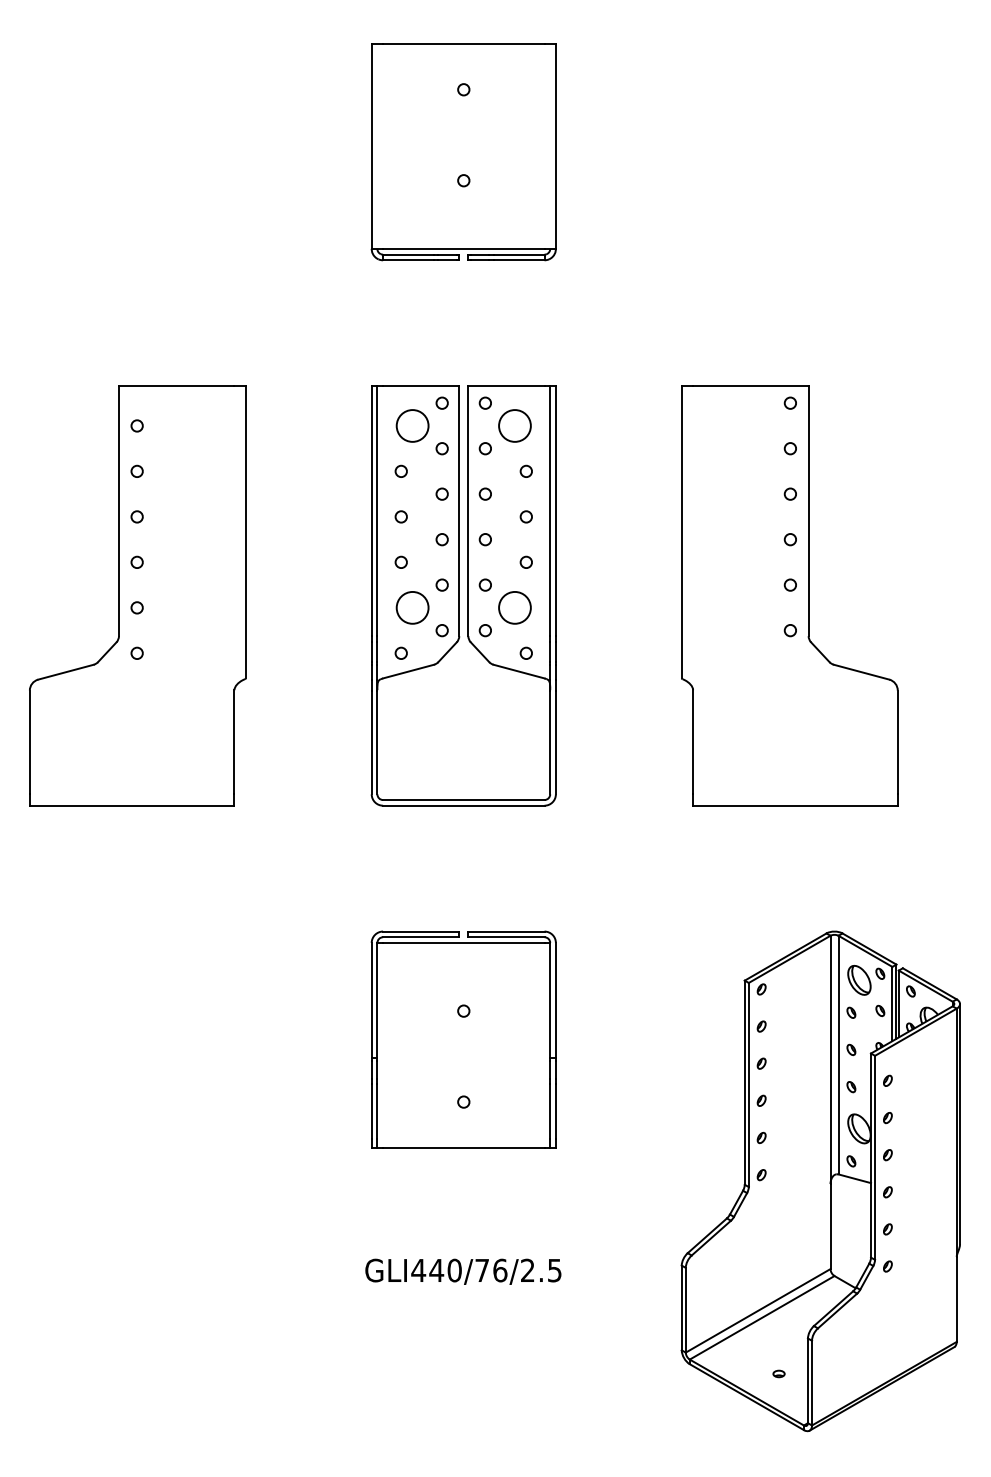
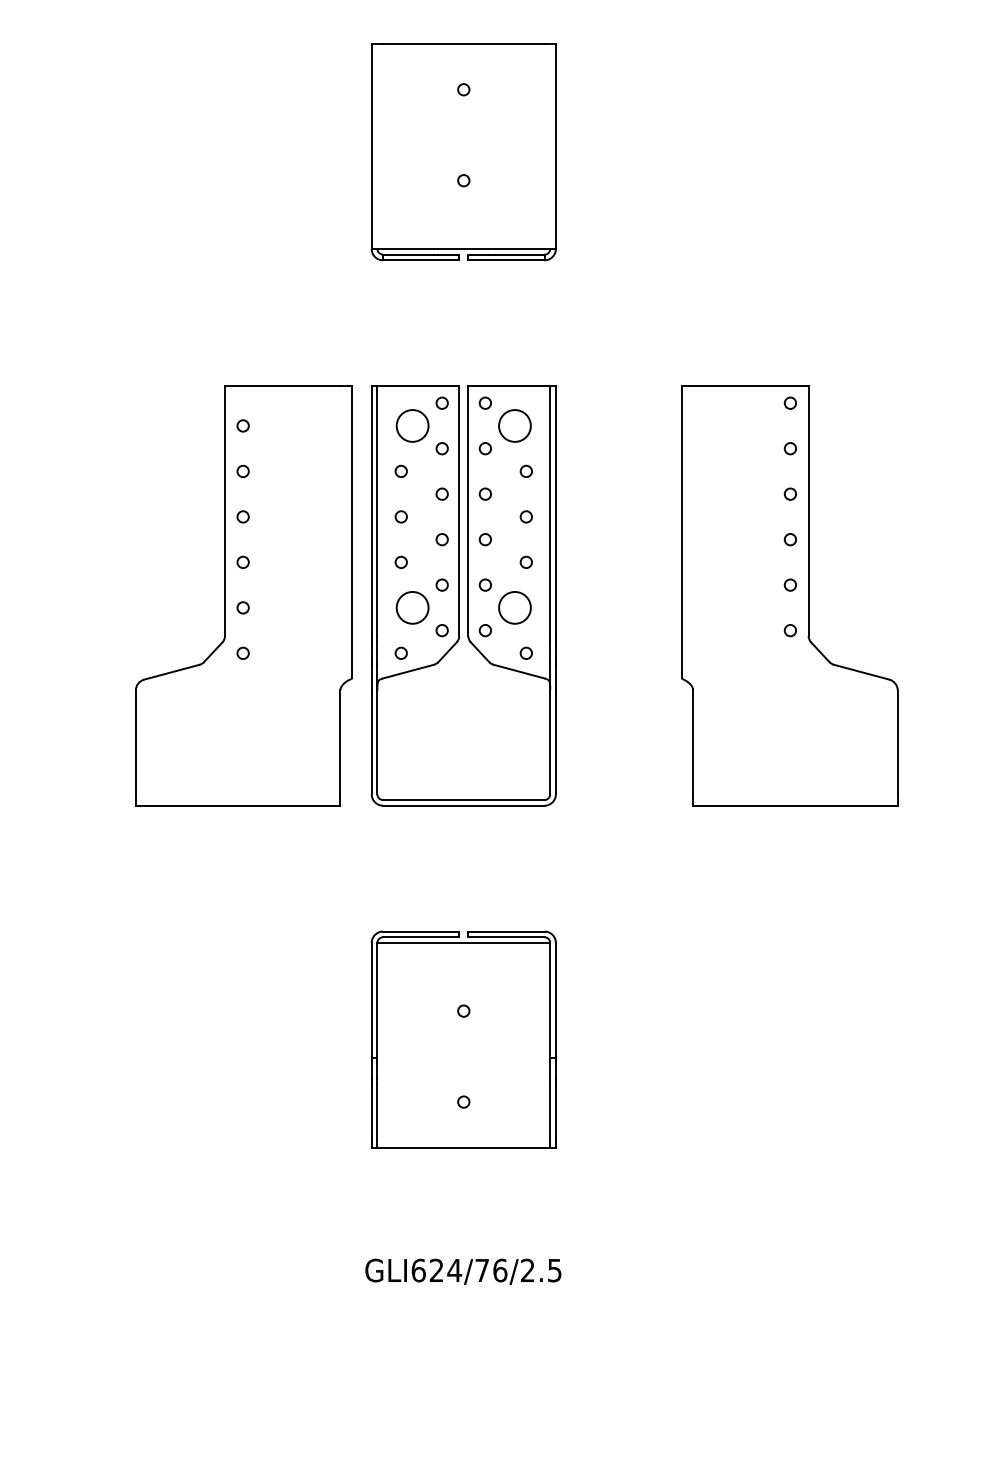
part at (137, 595) position: (137, 595) -> (243, 595)
part at (820, 1181): present -> none
text at (436, 1270): GLI440/76/2.5 -> GLI624/76/2.5
